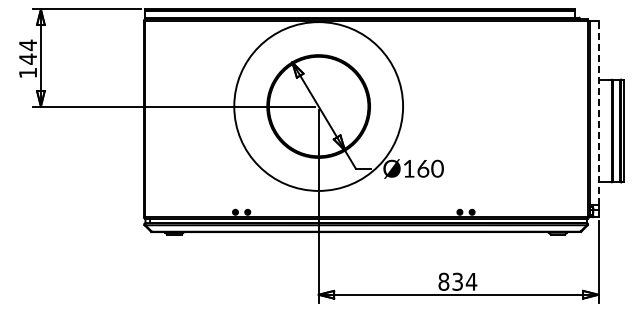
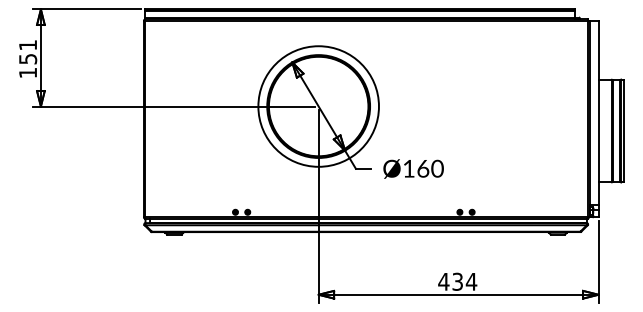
text at (28, 51): 144 -> 151
circle at (318, 106) diameter: 169 px -> 121 px
line at (598, 112): dashed -> solid
text at (443, 281): 834 -> 434
